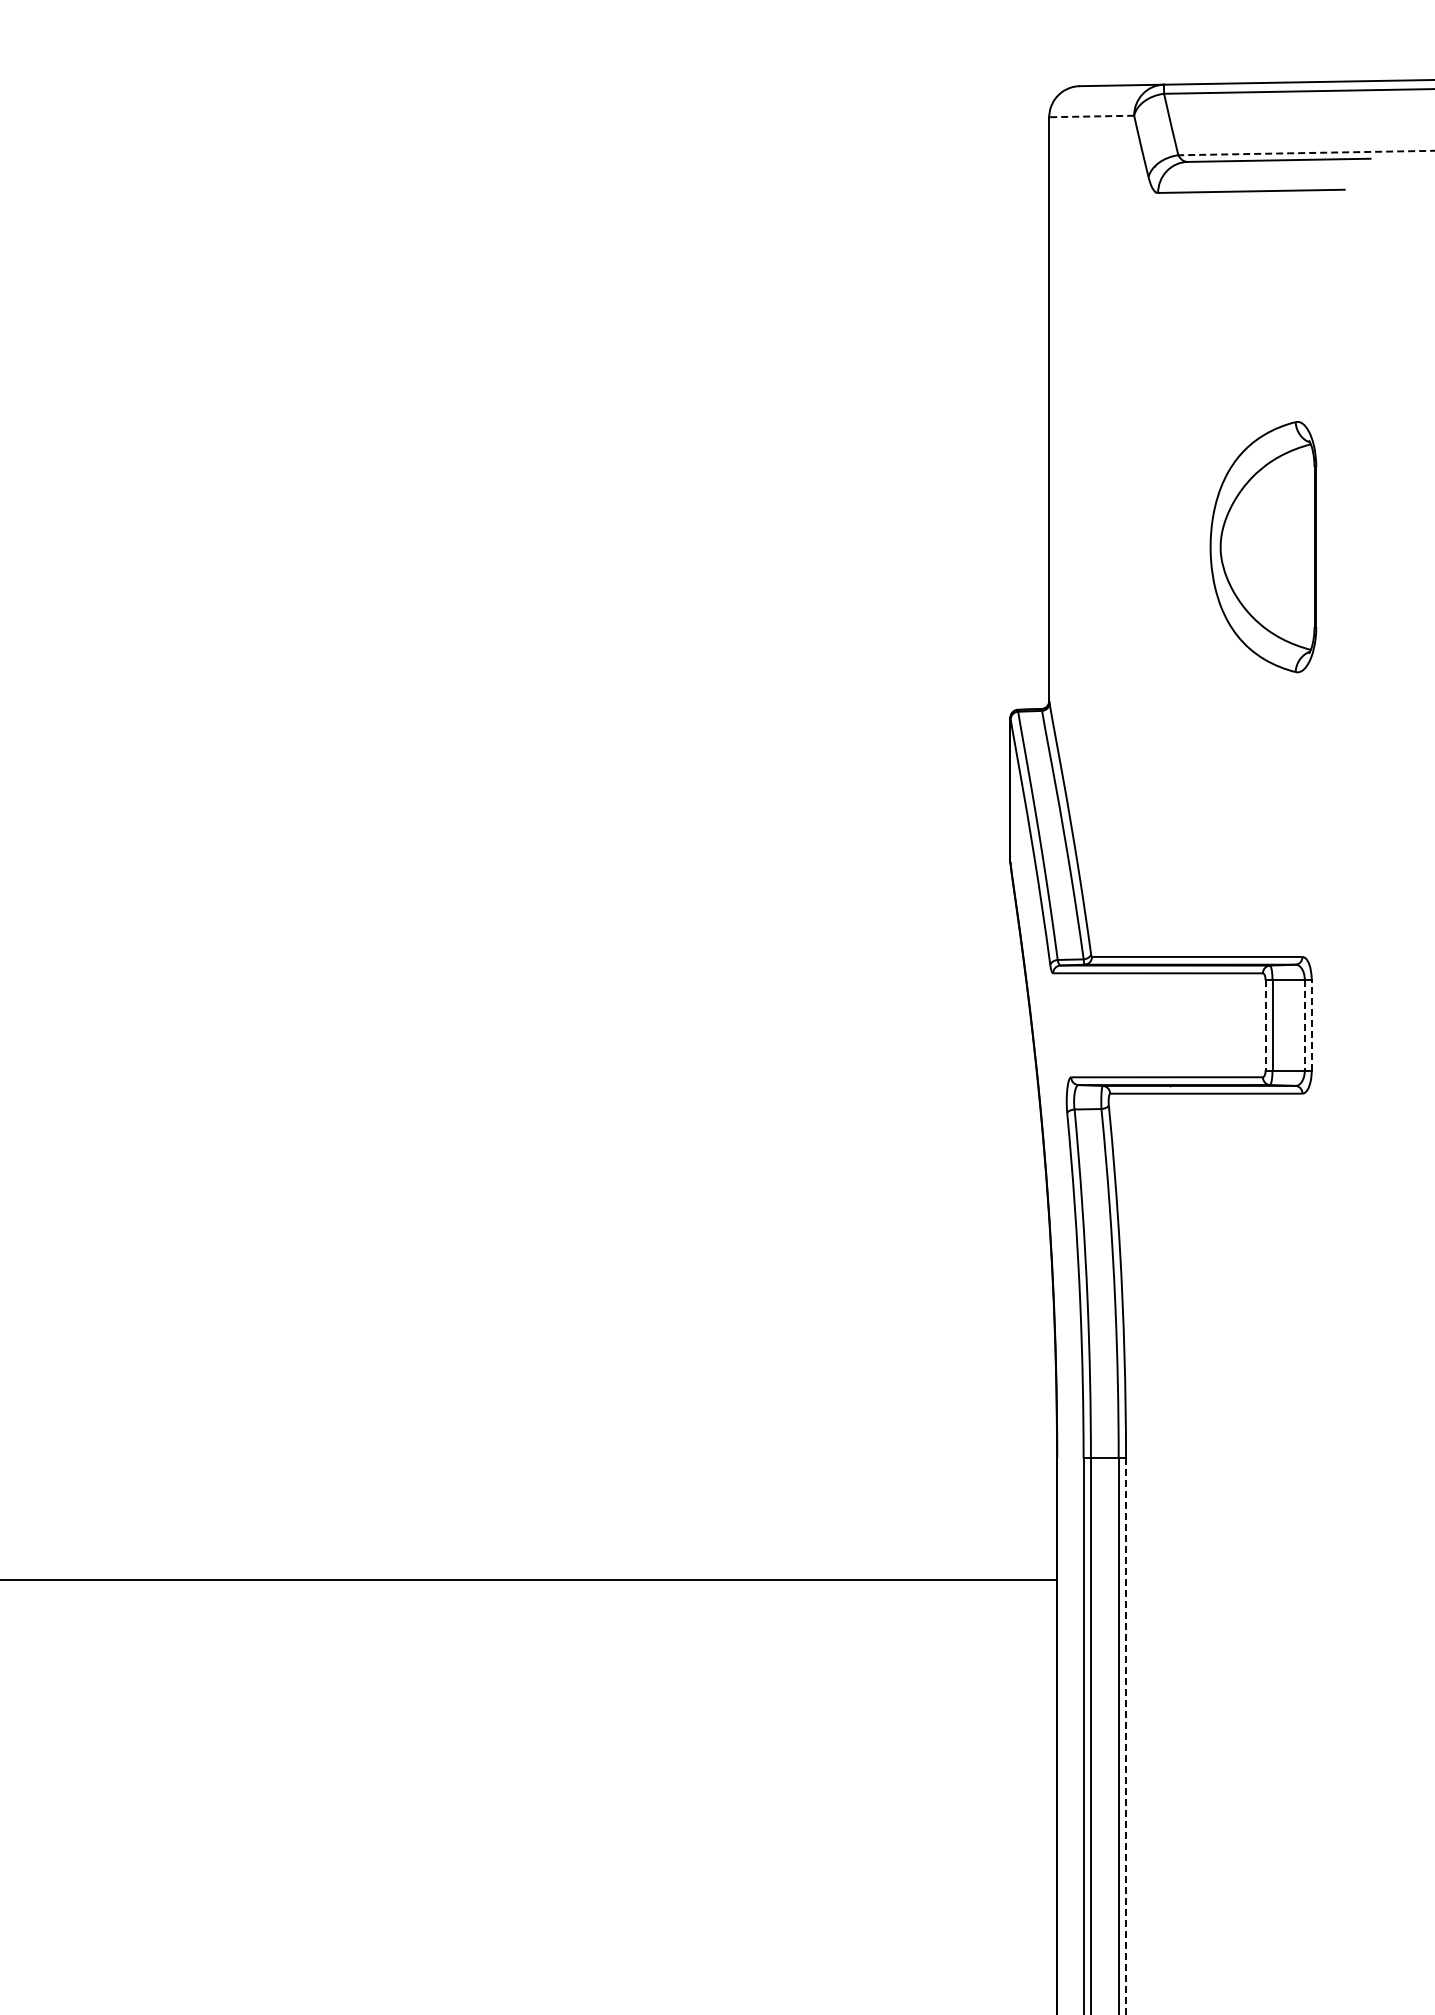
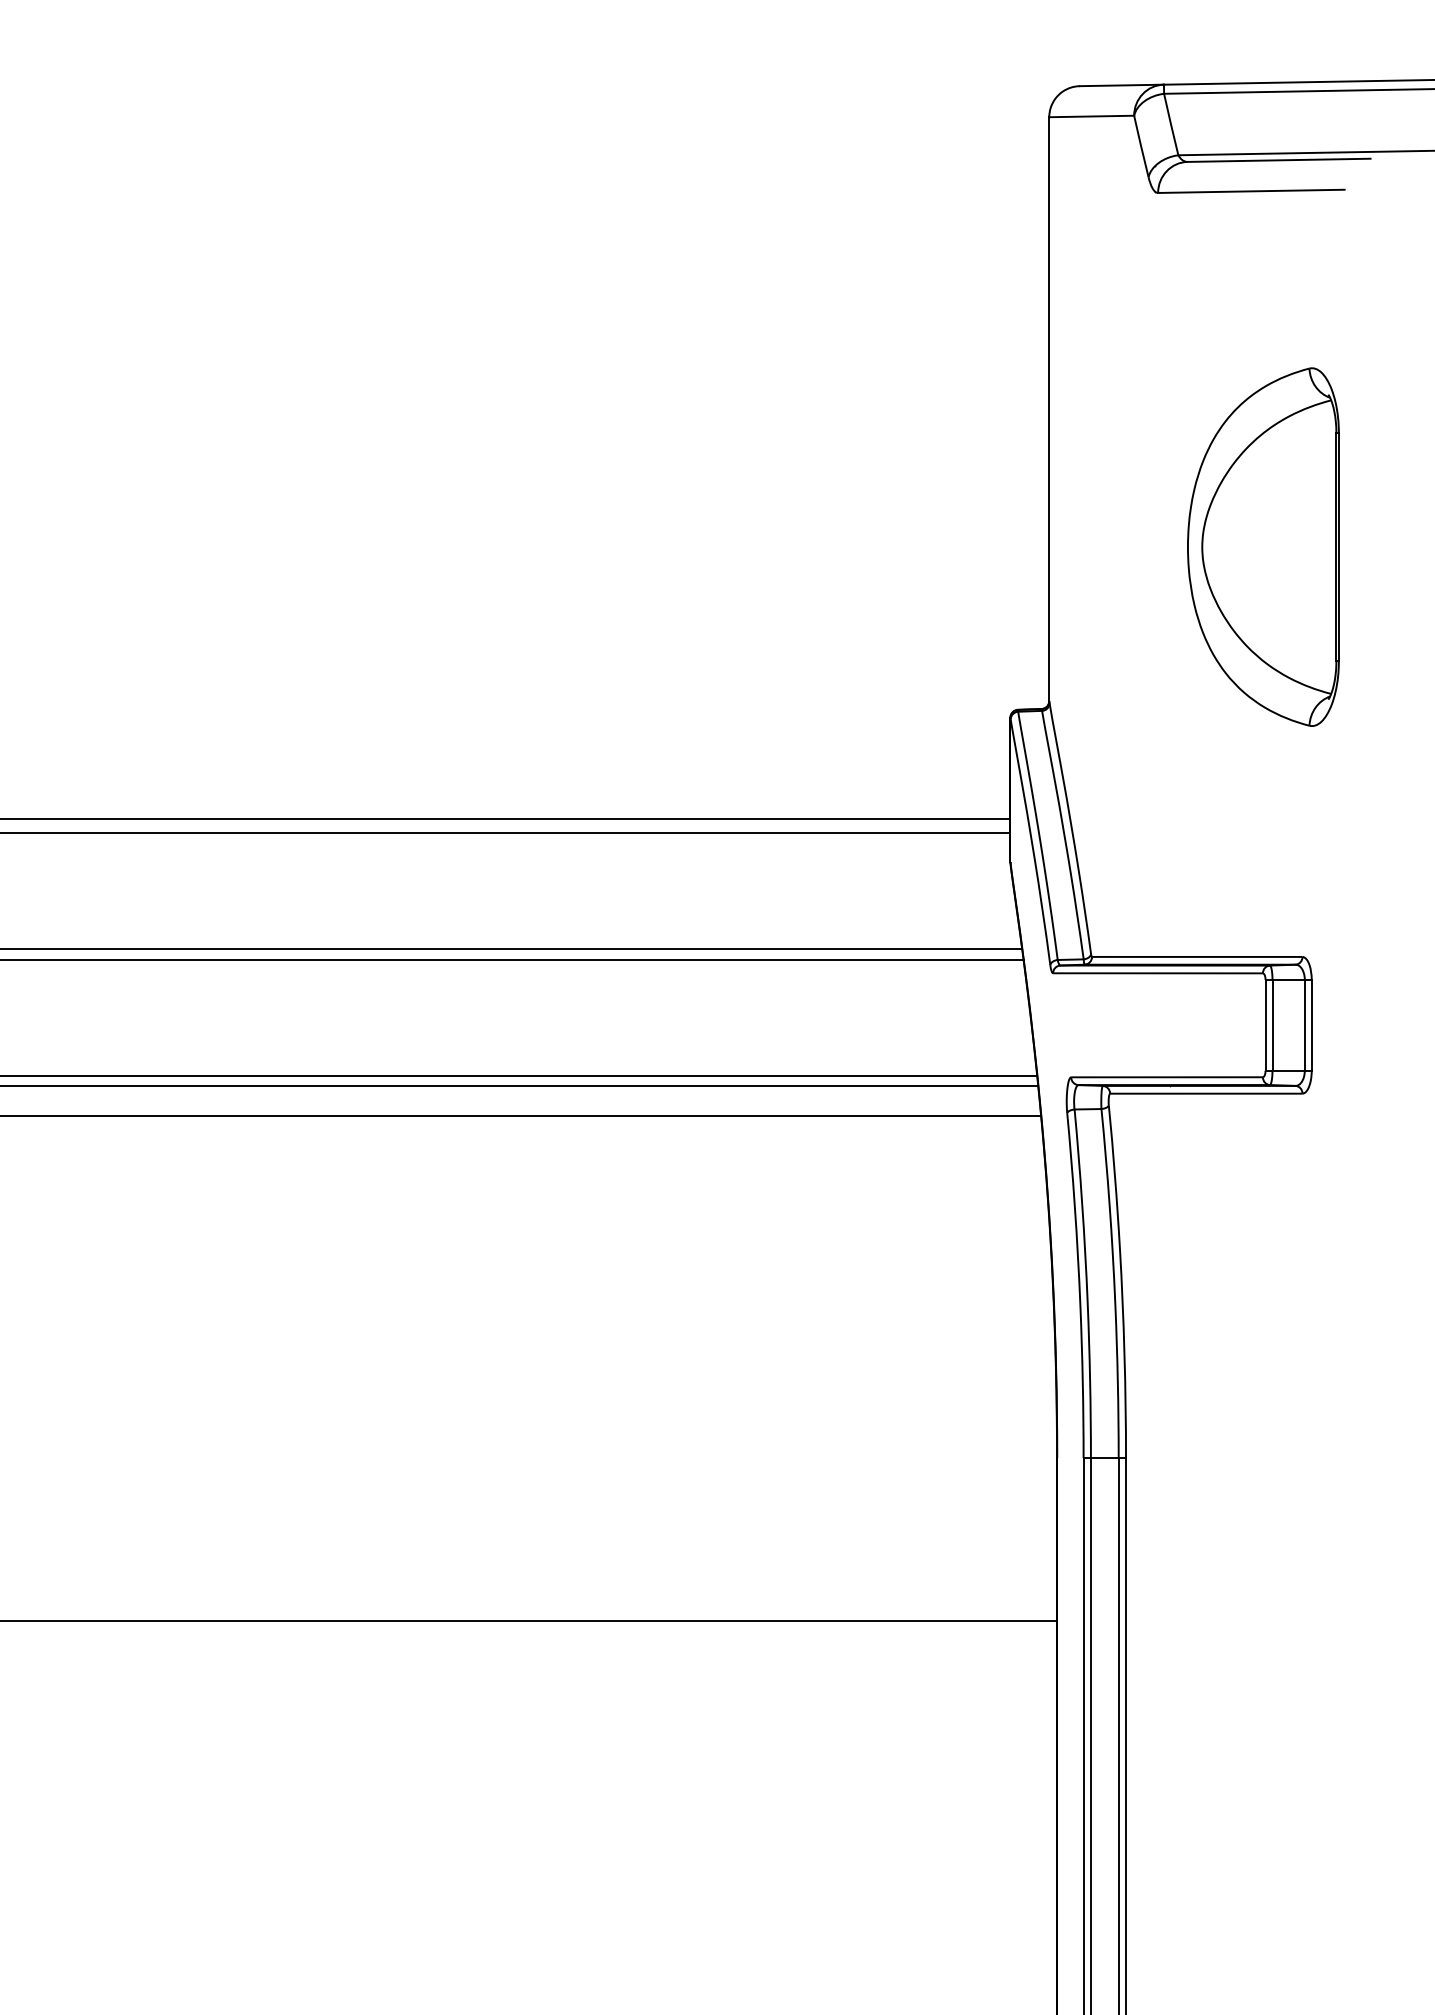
line at (1091, 116): dashed -> solid
line at (1306, 153): dashed -> solid
part at (1263, 547) size: 109x253 px -> 153x360 px
line at (506, 818): none -> present
line at (506, 833): none -> present
line at (512, 949): none -> present
line at (512, 959): none -> present
line at (1311, 1024): dashed -> solid
line at (1265, 1025): dashed -> solid
line at (1304, 1025): dashed -> solid
line at (519, 1075): none -> present
line at (520, 1086): none -> present
line at (521, 1115): none -> present
line at (529, 1580) position: (529, 1580) -> (529, 1621)
line at (1126, 1735): dashed -> solid
